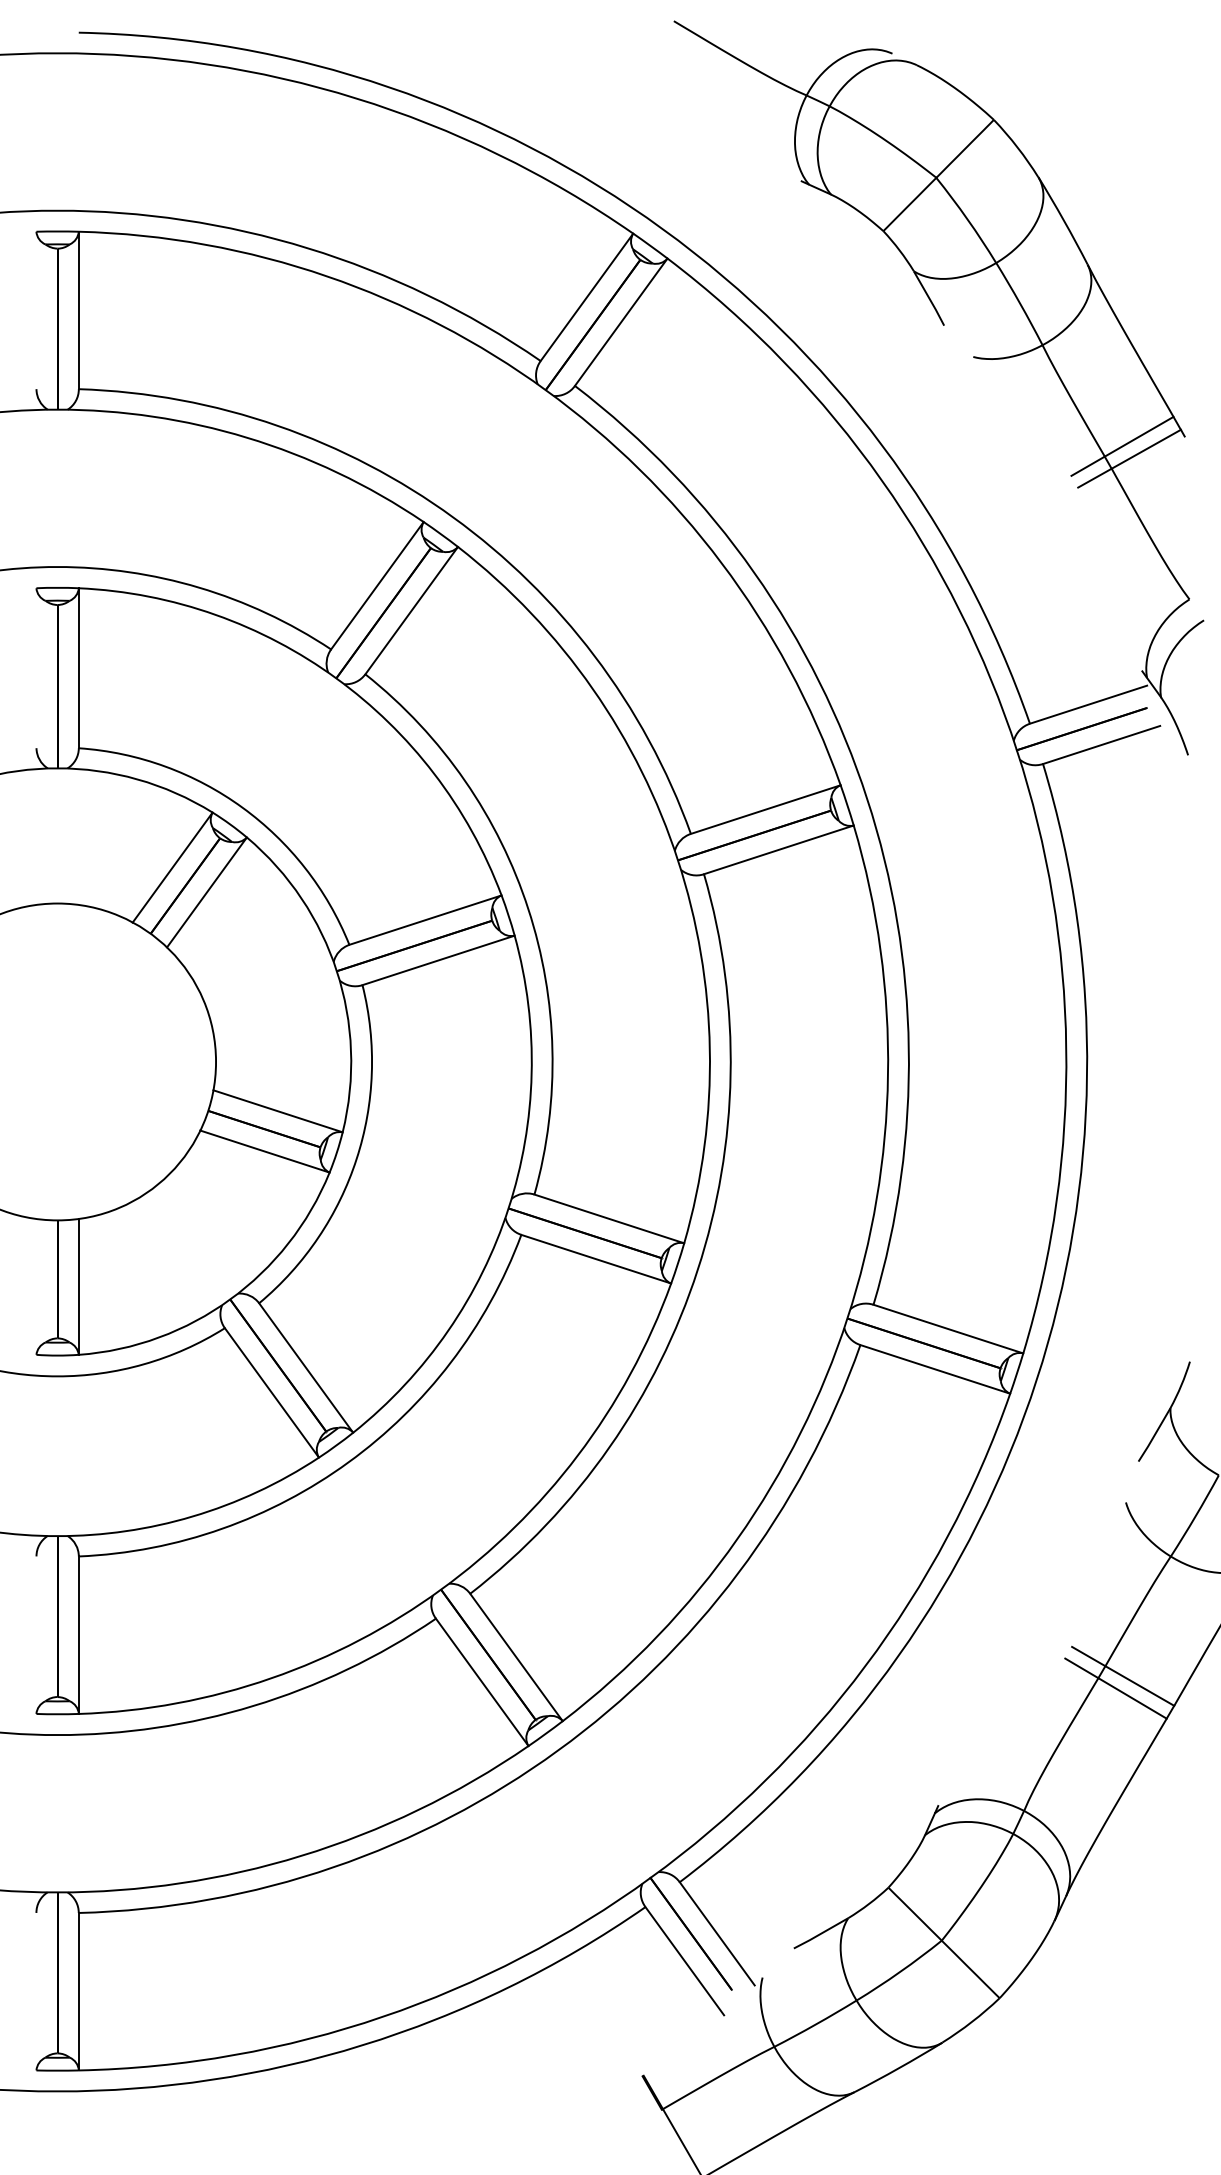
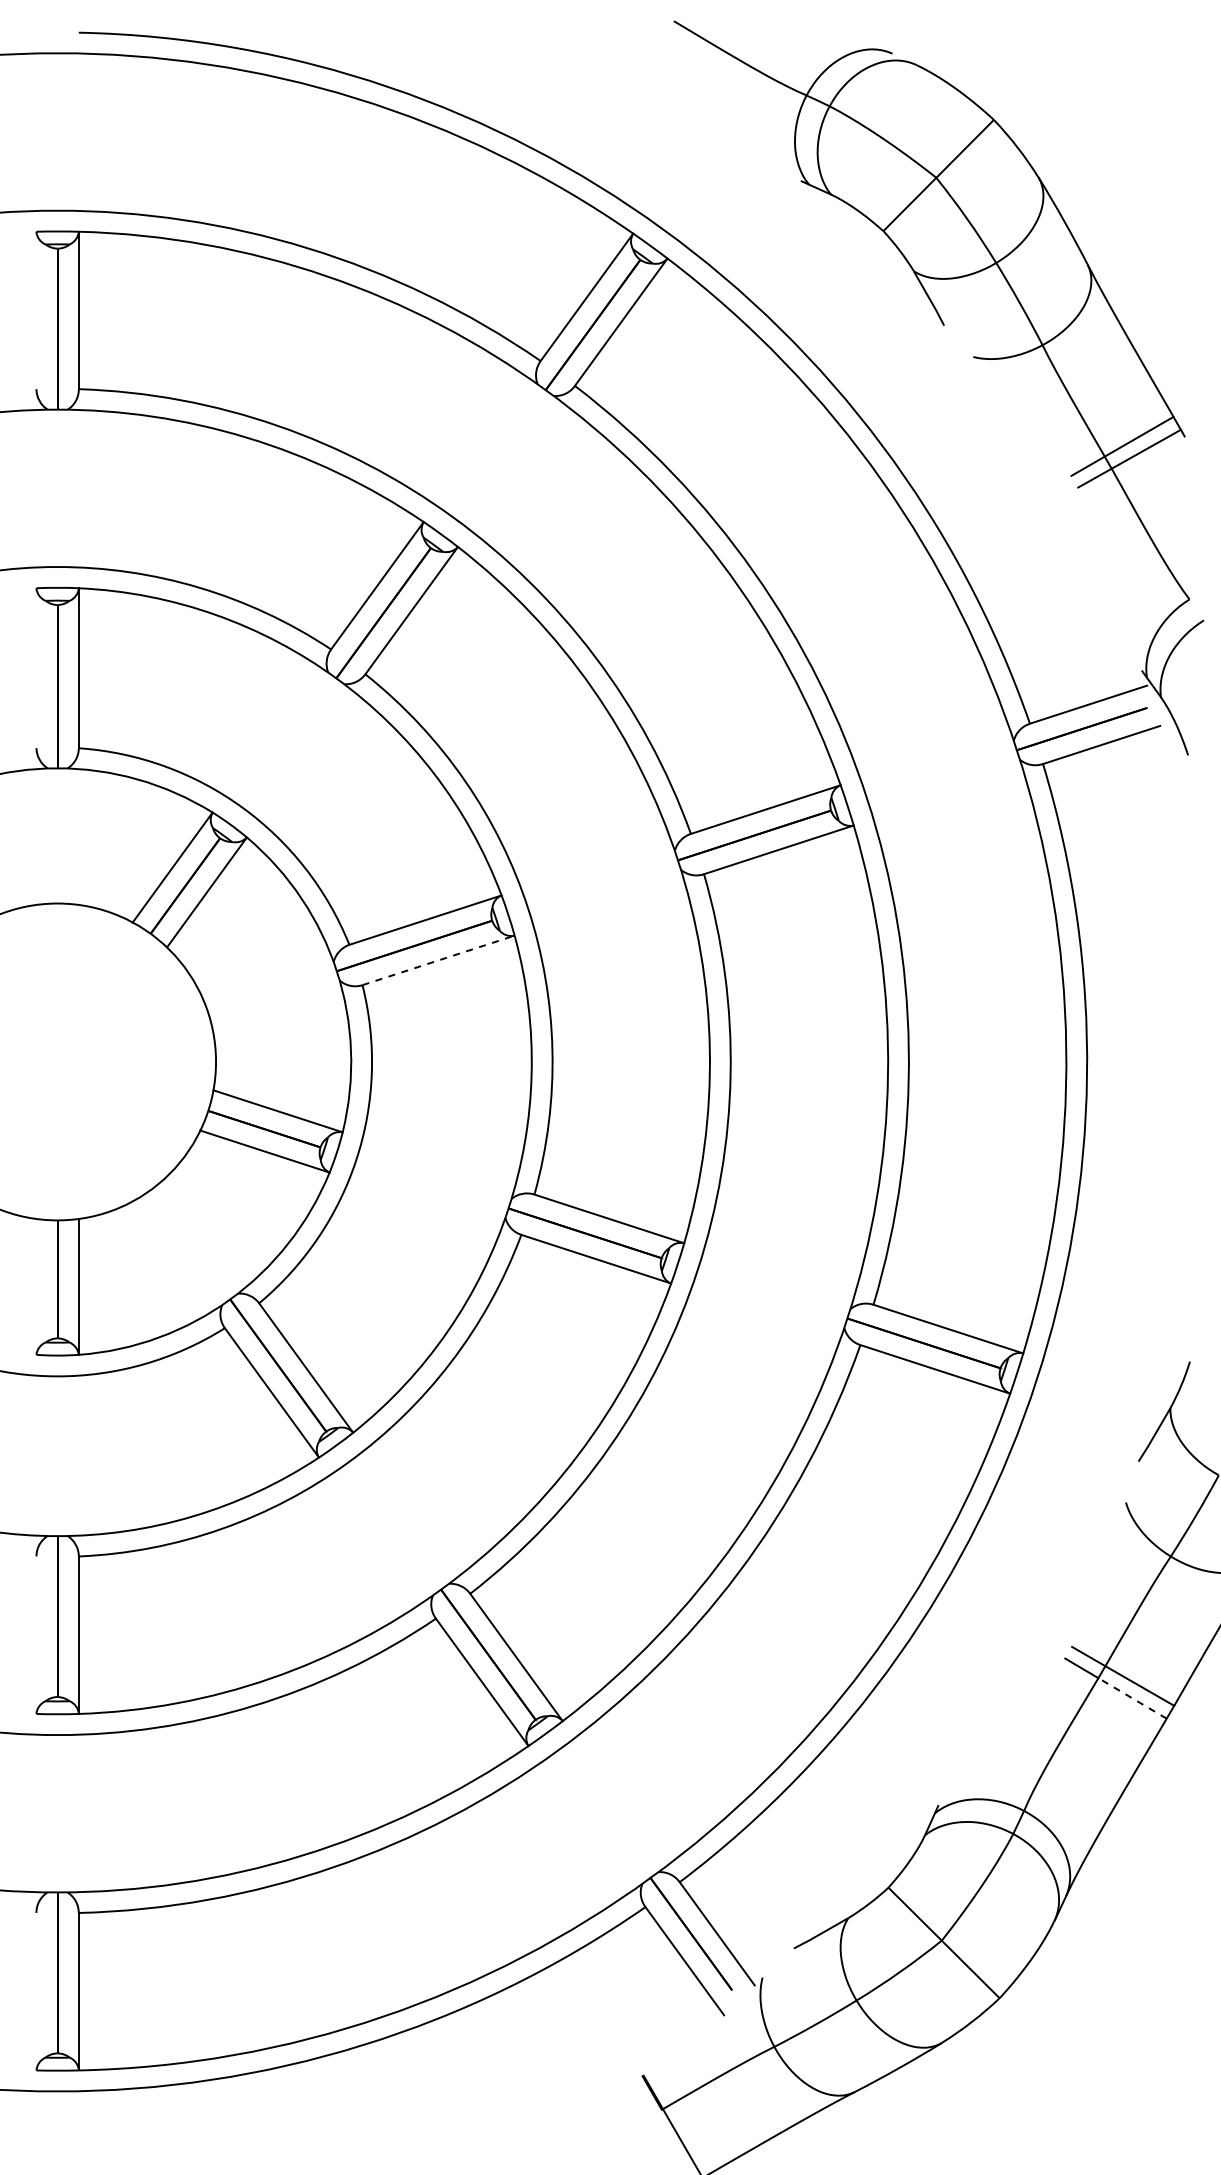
line at (438, 960): solid -> dashed
line at (1132, 1698): solid -> dashed
